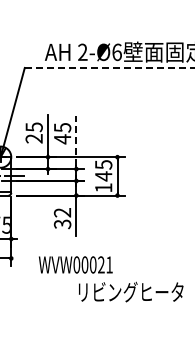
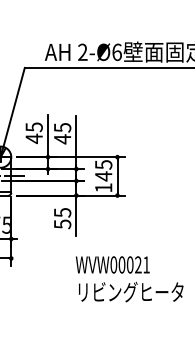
line at (109, 67): dashed -> solid
text at (33, 138): 25 -> 45
line at (76, 140): dashed -> solid
text at (62, 218): 32 -> 55
text at (75, 264) position: (75, 264) -> (112, 264)
